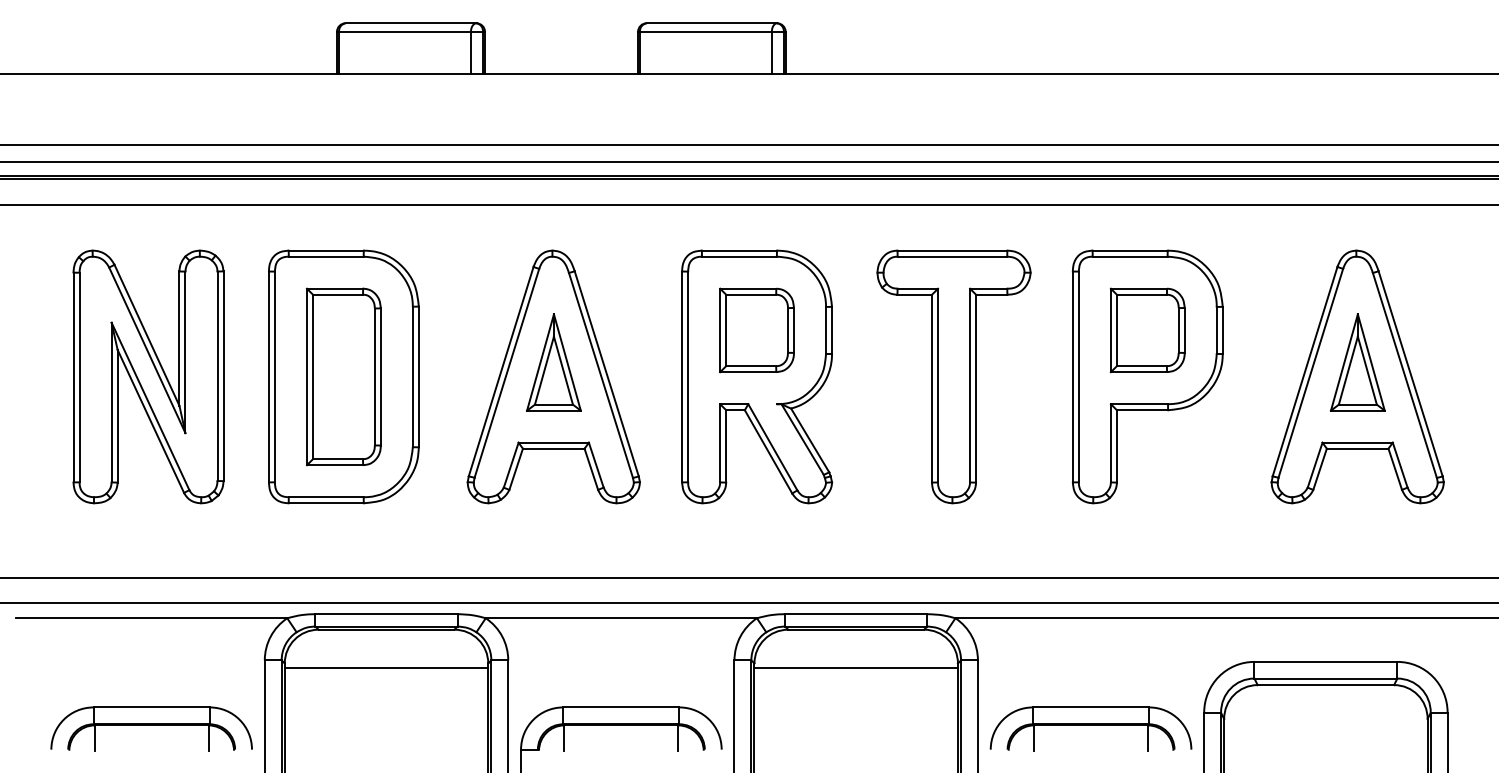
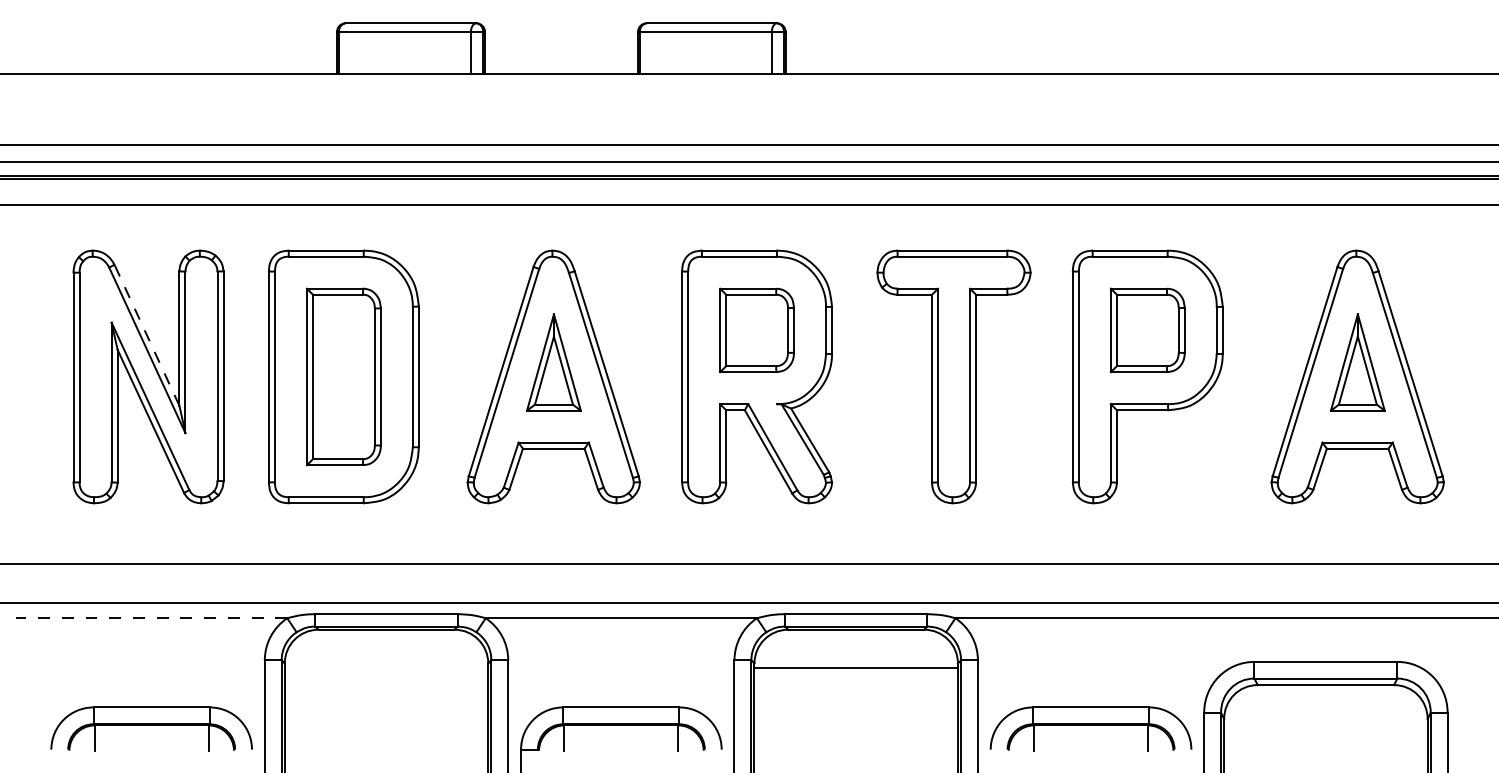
line at (146, 335): solid -> dashed
line at (748, 578) position: (748, 578) -> (748, 564)
line at (151, 618): solid -> dashed
line at (386, 667): present -> none
